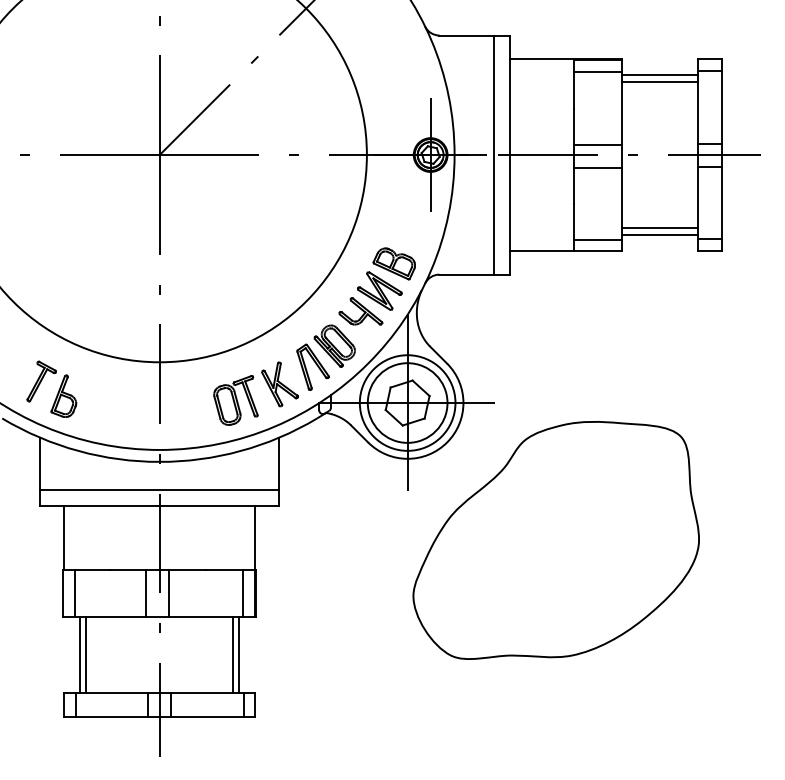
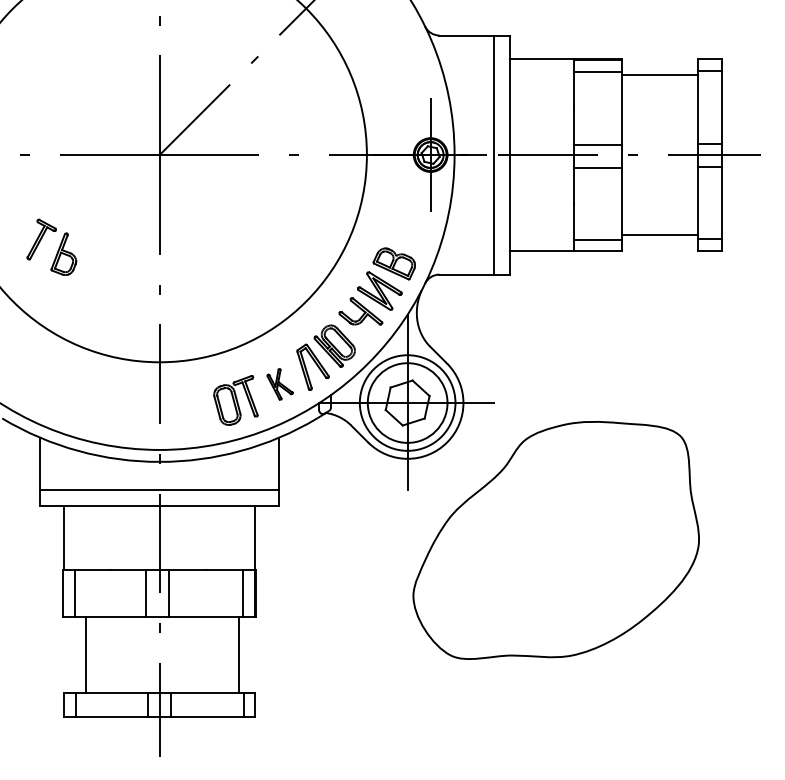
line at (659, 81): present -> none
line at (659, 228): present -> none
part at (279, 384) size: 38x47 px -> 28x33 px
part at (58, 389) position: (58, 389) -> (58, 247)
line at (79, 655): present -> none
line at (232, 655): present -> none
